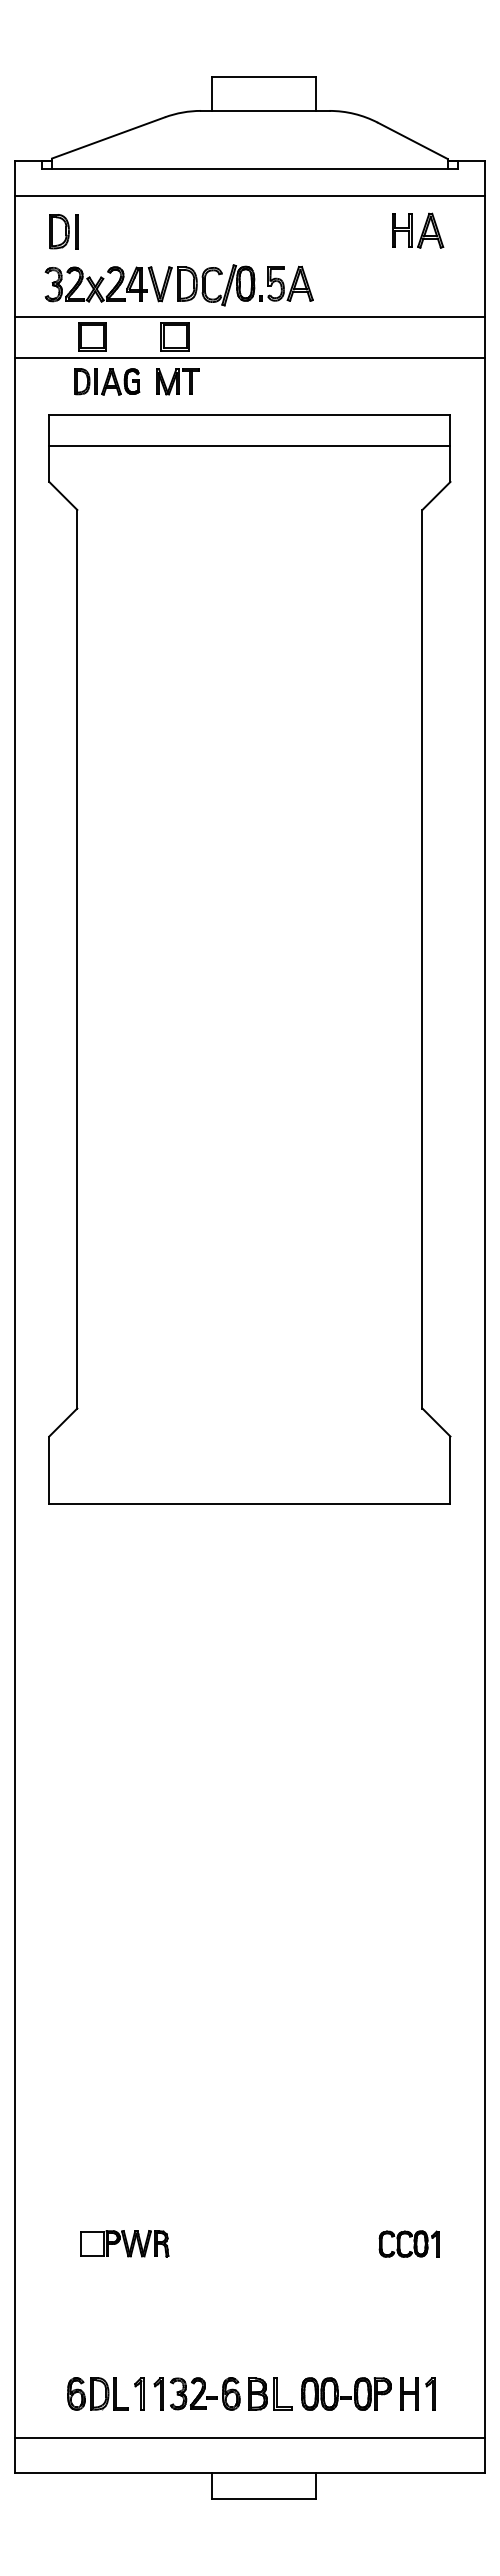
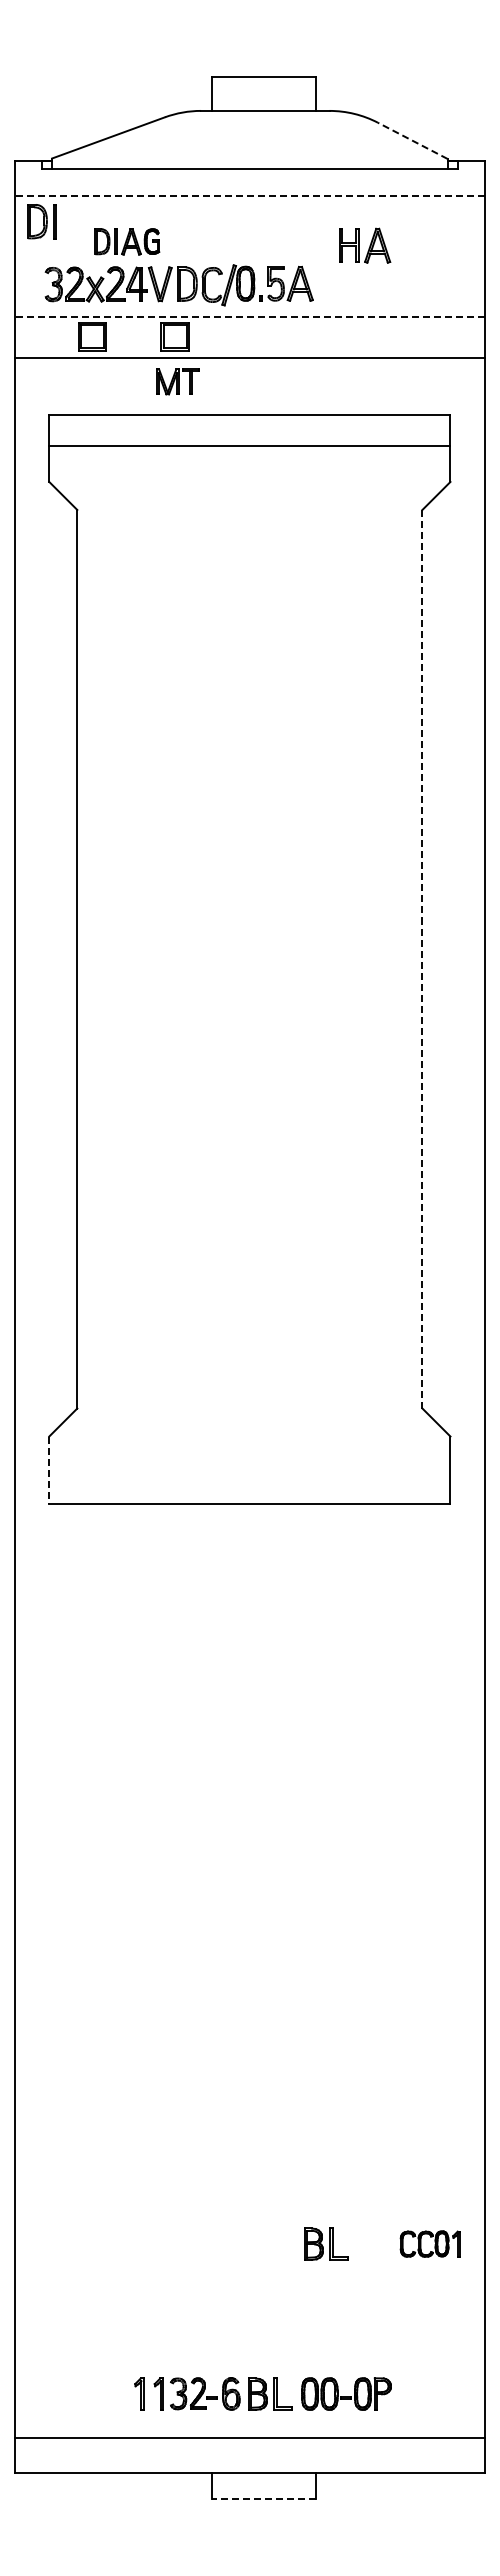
line at (412, 140): solid -> dashed
line at (249, 195): solid -> dashed
part at (418, 230) position: (418, 230) -> (365, 245)
part at (63, 231) position: (63, 231) -> (41, 221)
line at (249, 316): solid -> dashed
part at (107, 381) position: (107, 381) -> (127, 241)
line at (422, 958): solid -> dashed
line at (49, 1470): solid -> dashed
part at (124, 2243): present -> none
part at (326, 2243): none -> present
part at (408, 2243) position: (408, 2243) -> (429, 2243)
part at (97, 2393): present -> none
part at (417, 2393): present -> none
line at (263, 2498): solid -> dashed
